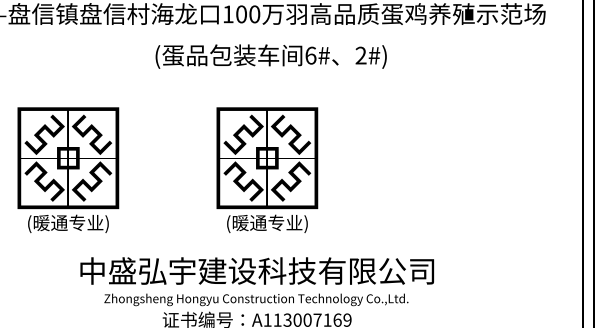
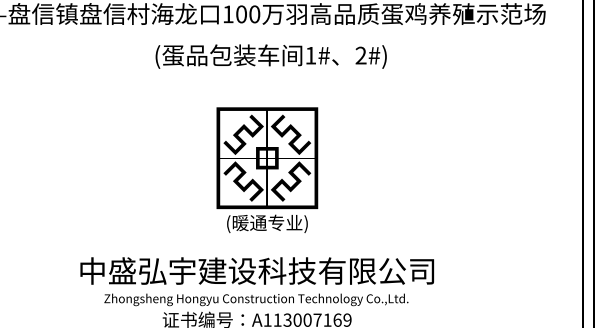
text at (310, 55): 6# -> 1#
part at (68, 169): present -> none
